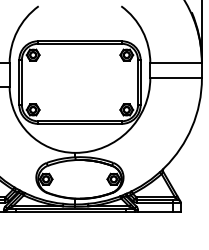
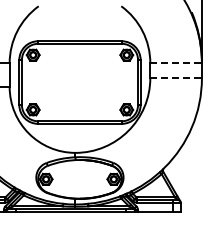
line at (176, 63): solid -> dashed
line at (176, 78): solid -> dashed
